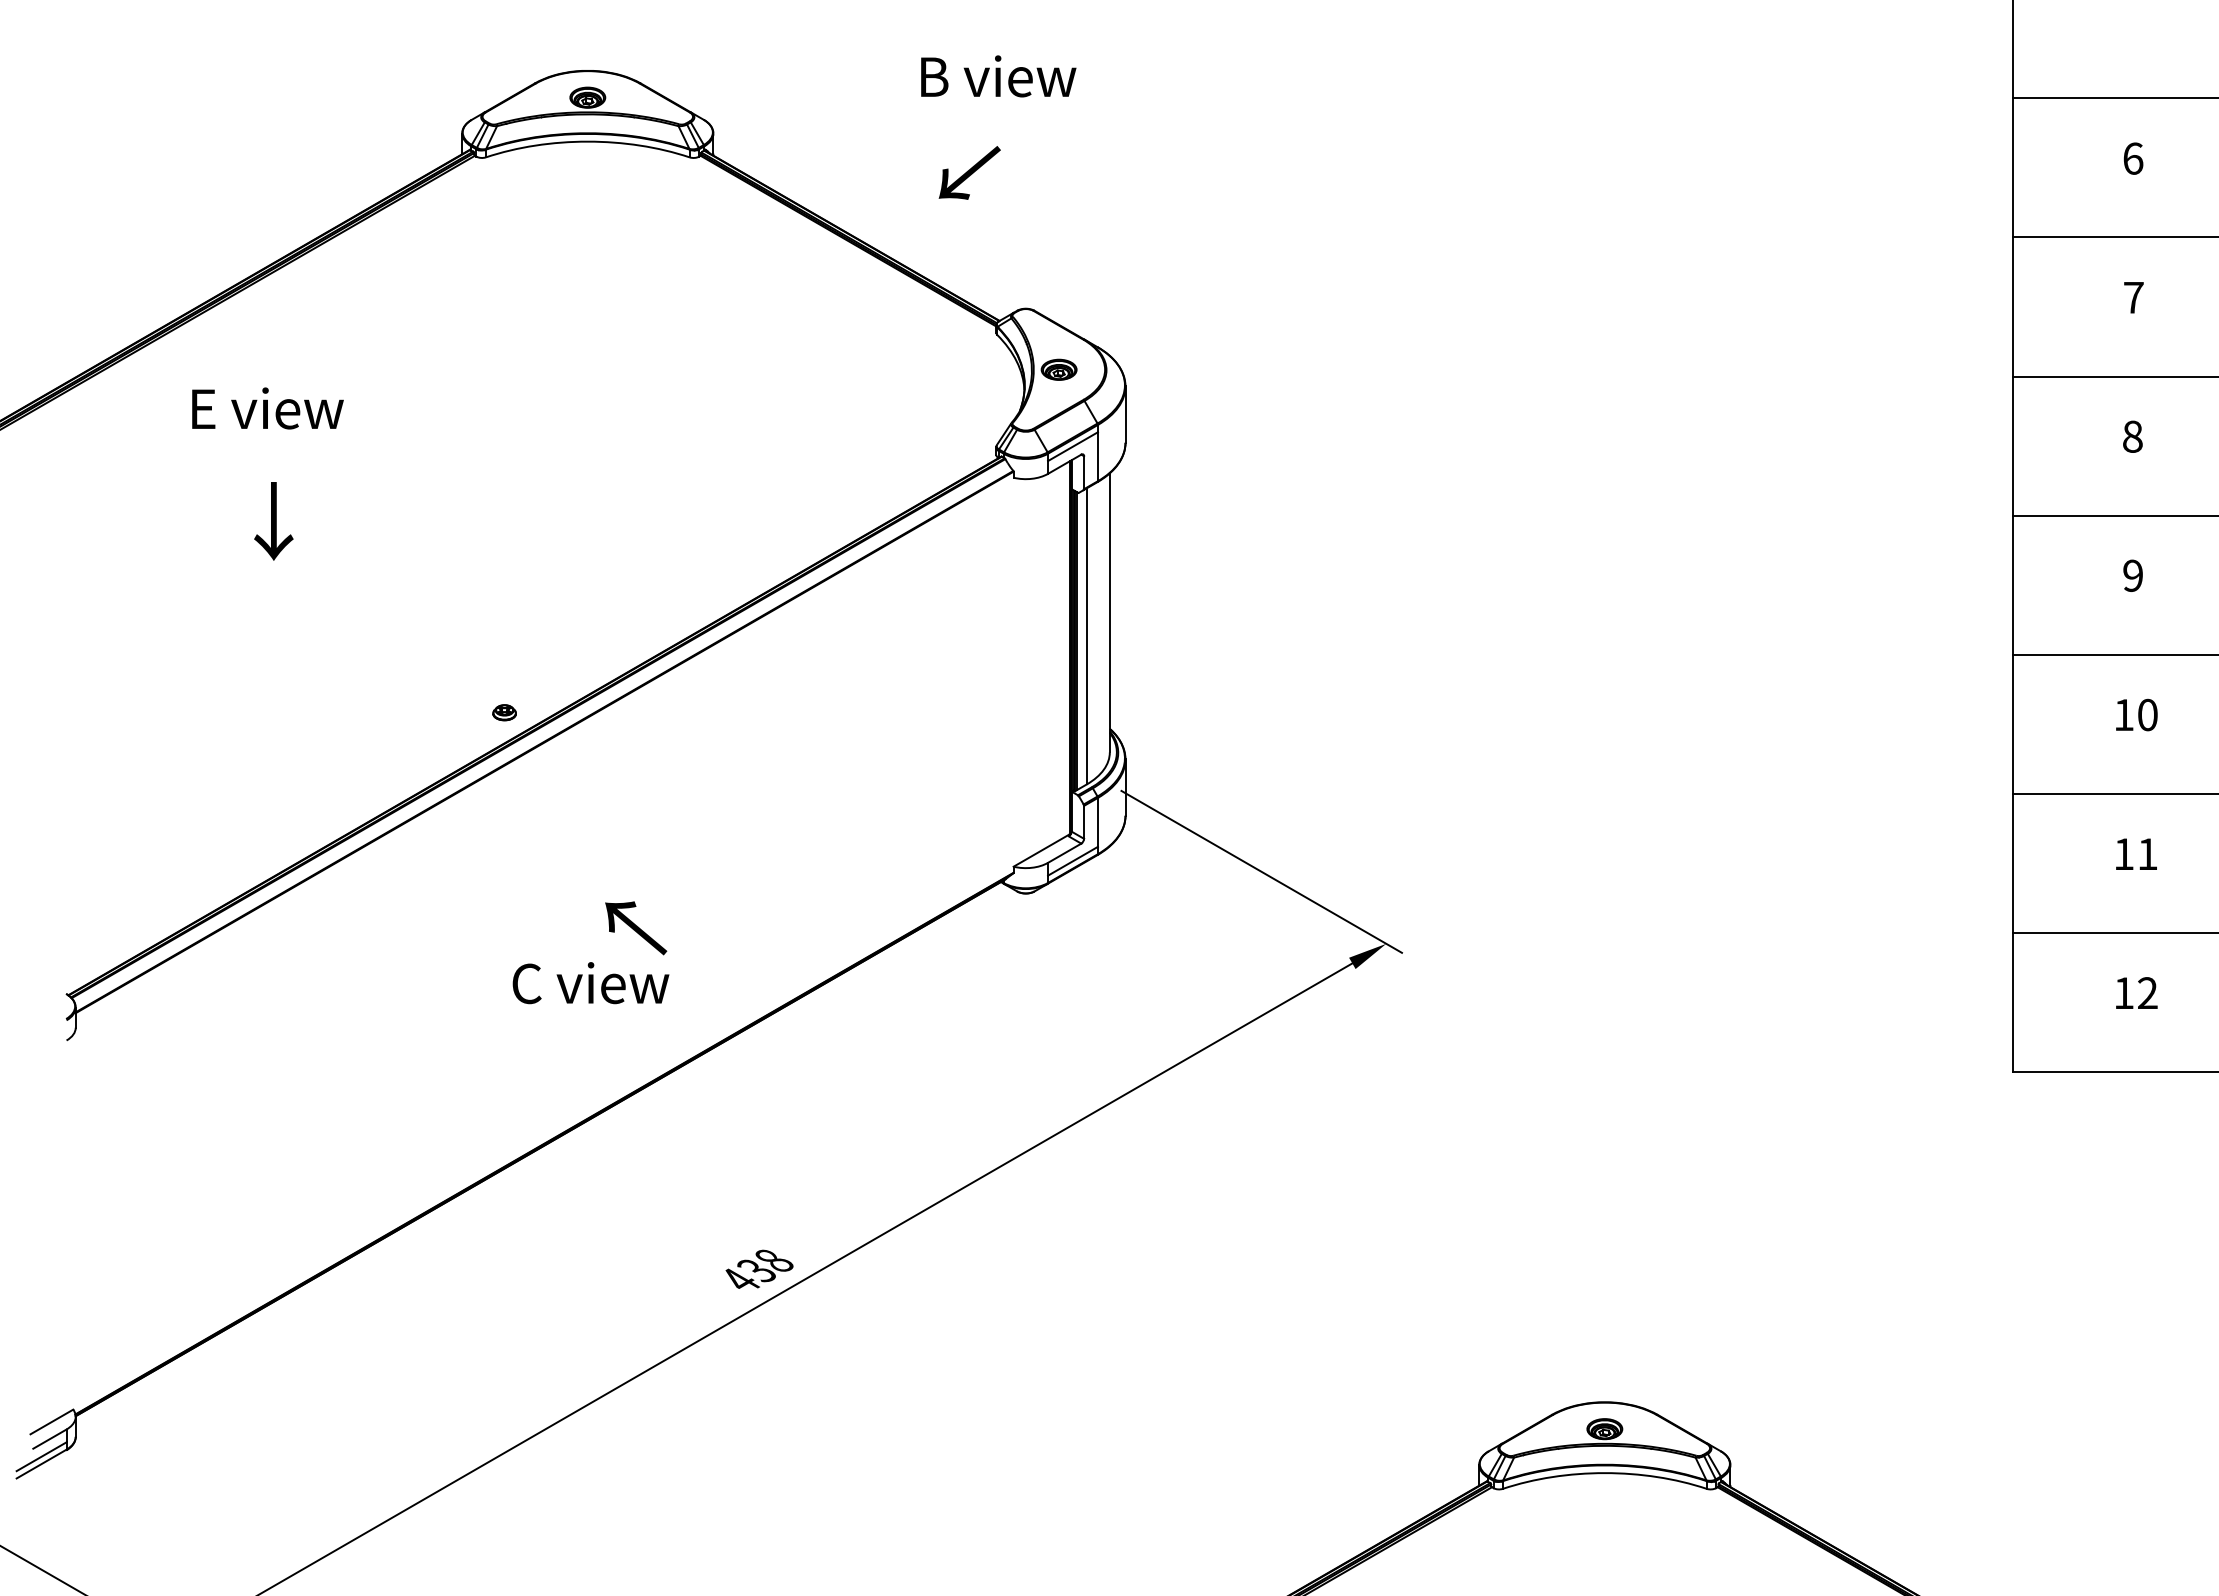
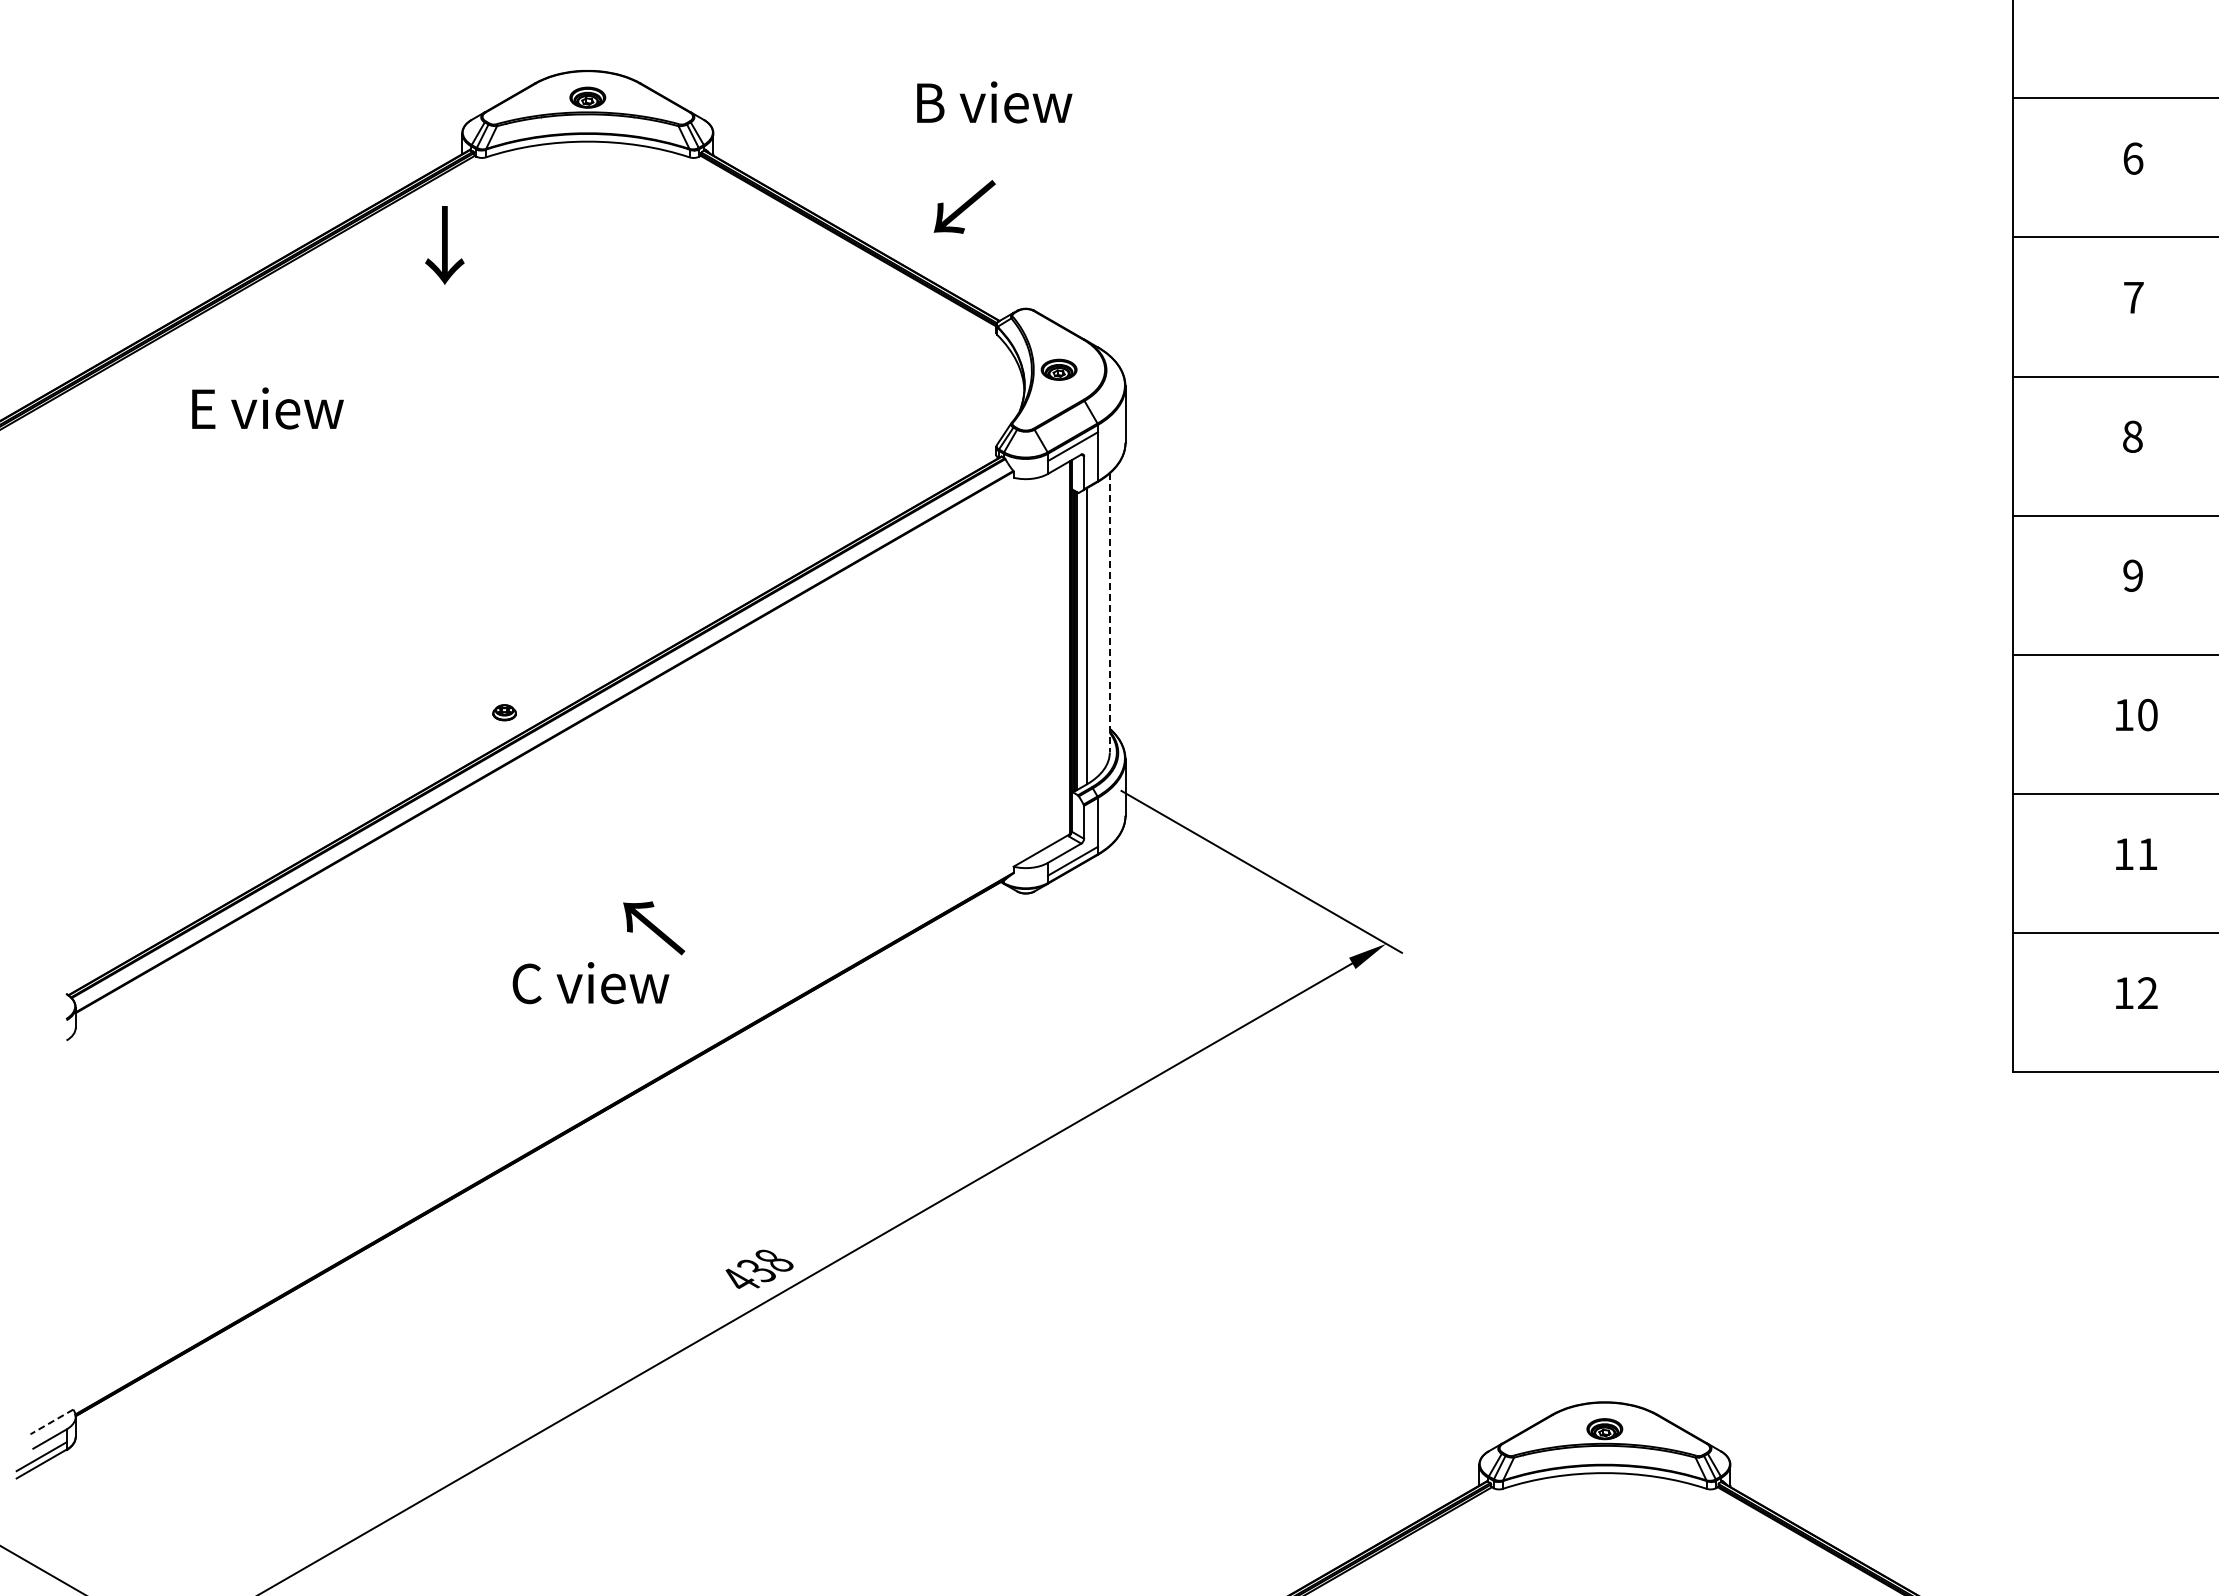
text at (998, 76) position: (998, 76) -> (994, 102)
text at (969, 172) position: (969, 172) -> (964, 206)
text at (273, 521) position: (273, 521) -> (444, 245)
line at (1109, 612): solid -> dashed
text at (636, 928) position: (636, 928) -> (654, 928)
line at (51, 1421): solid -> dashed
